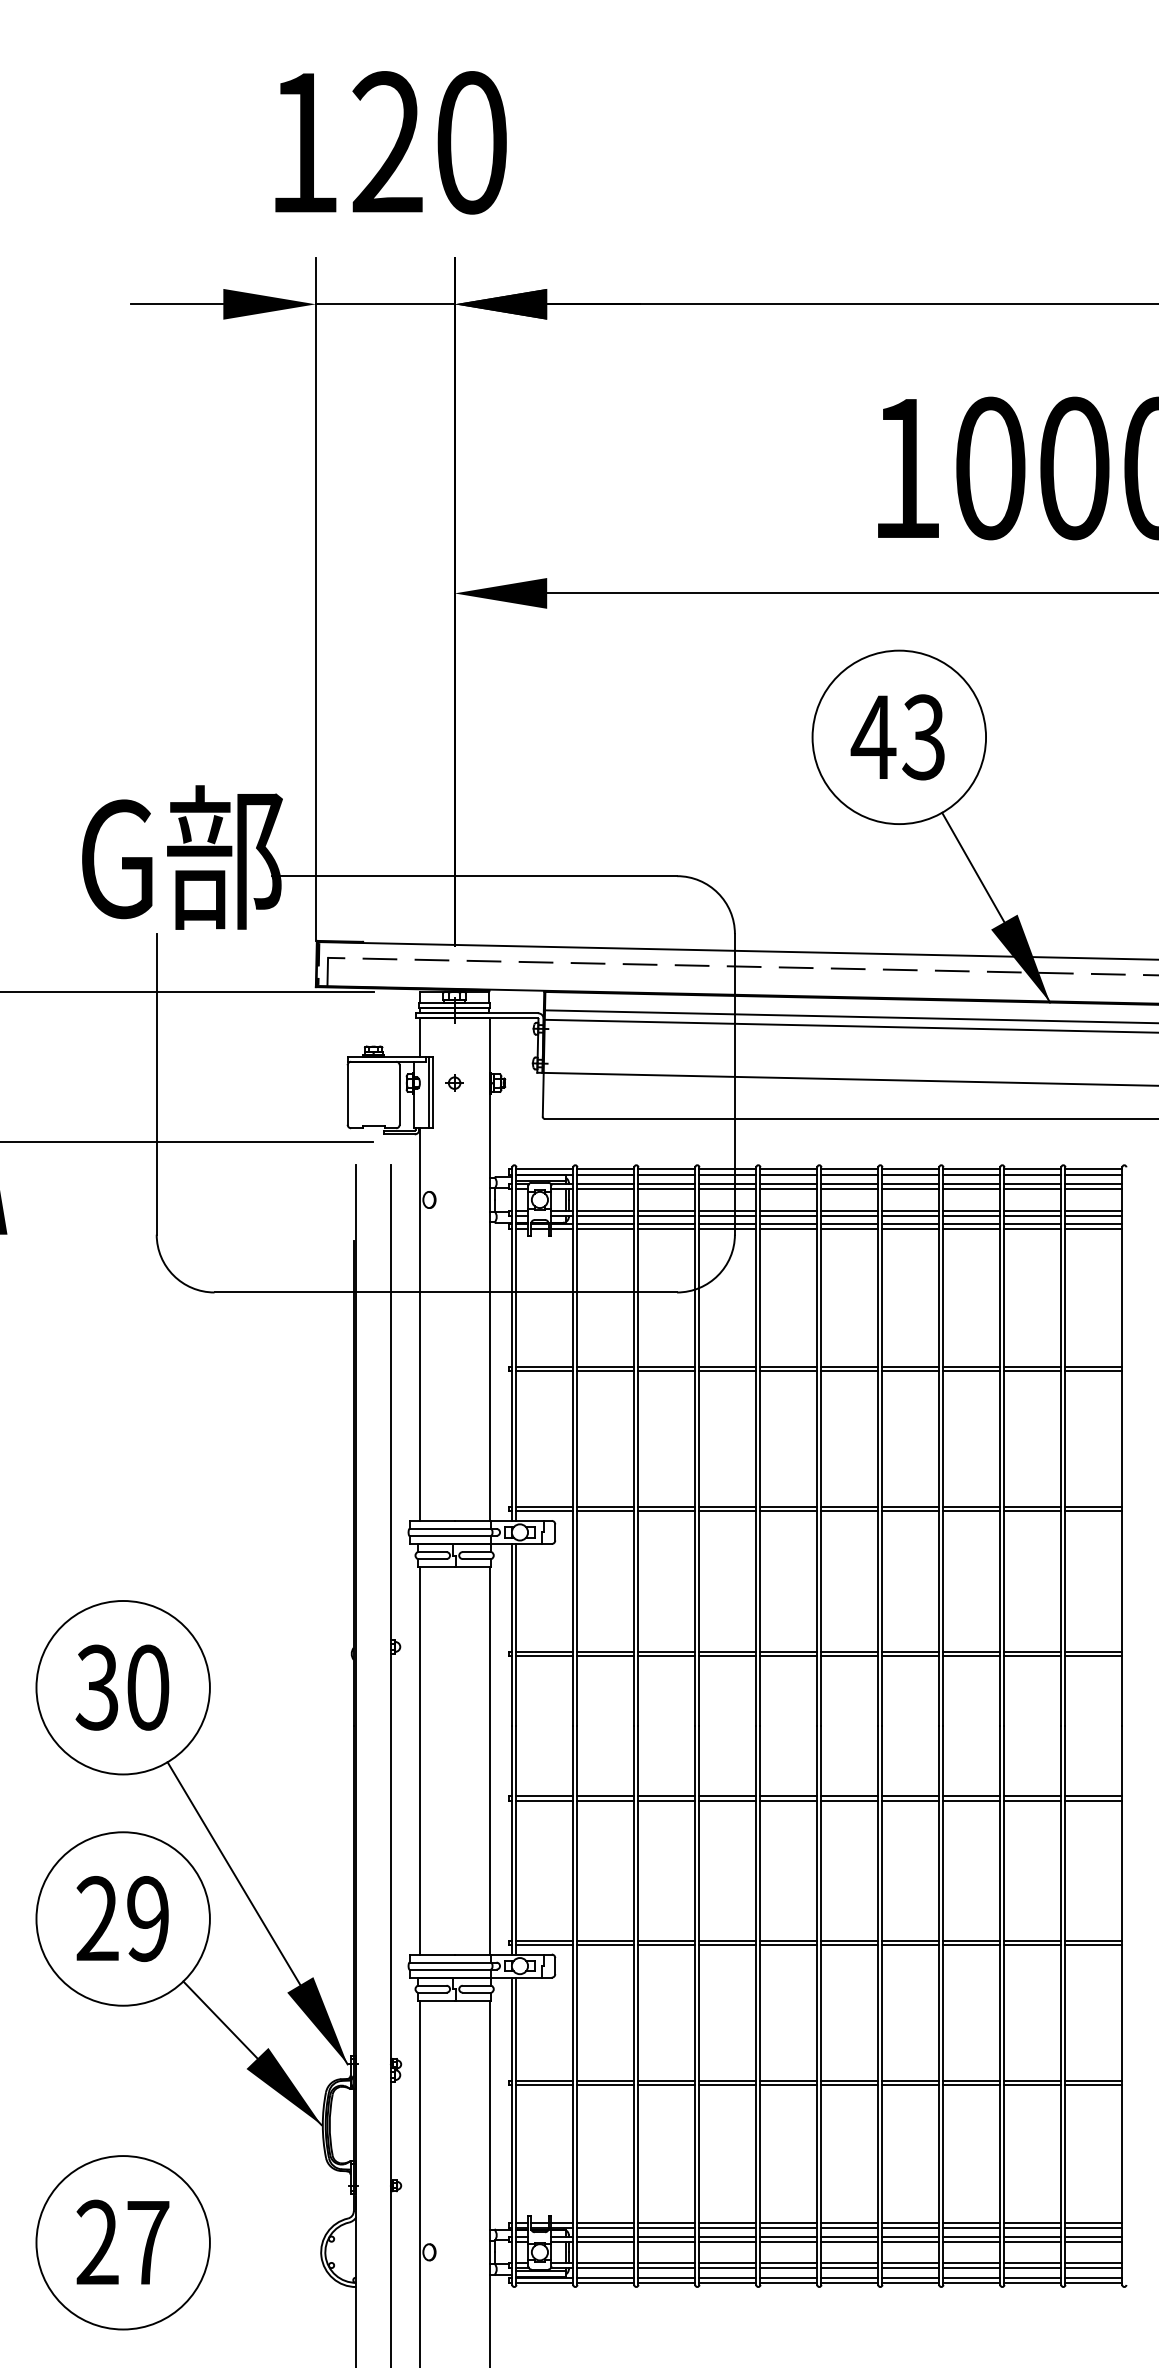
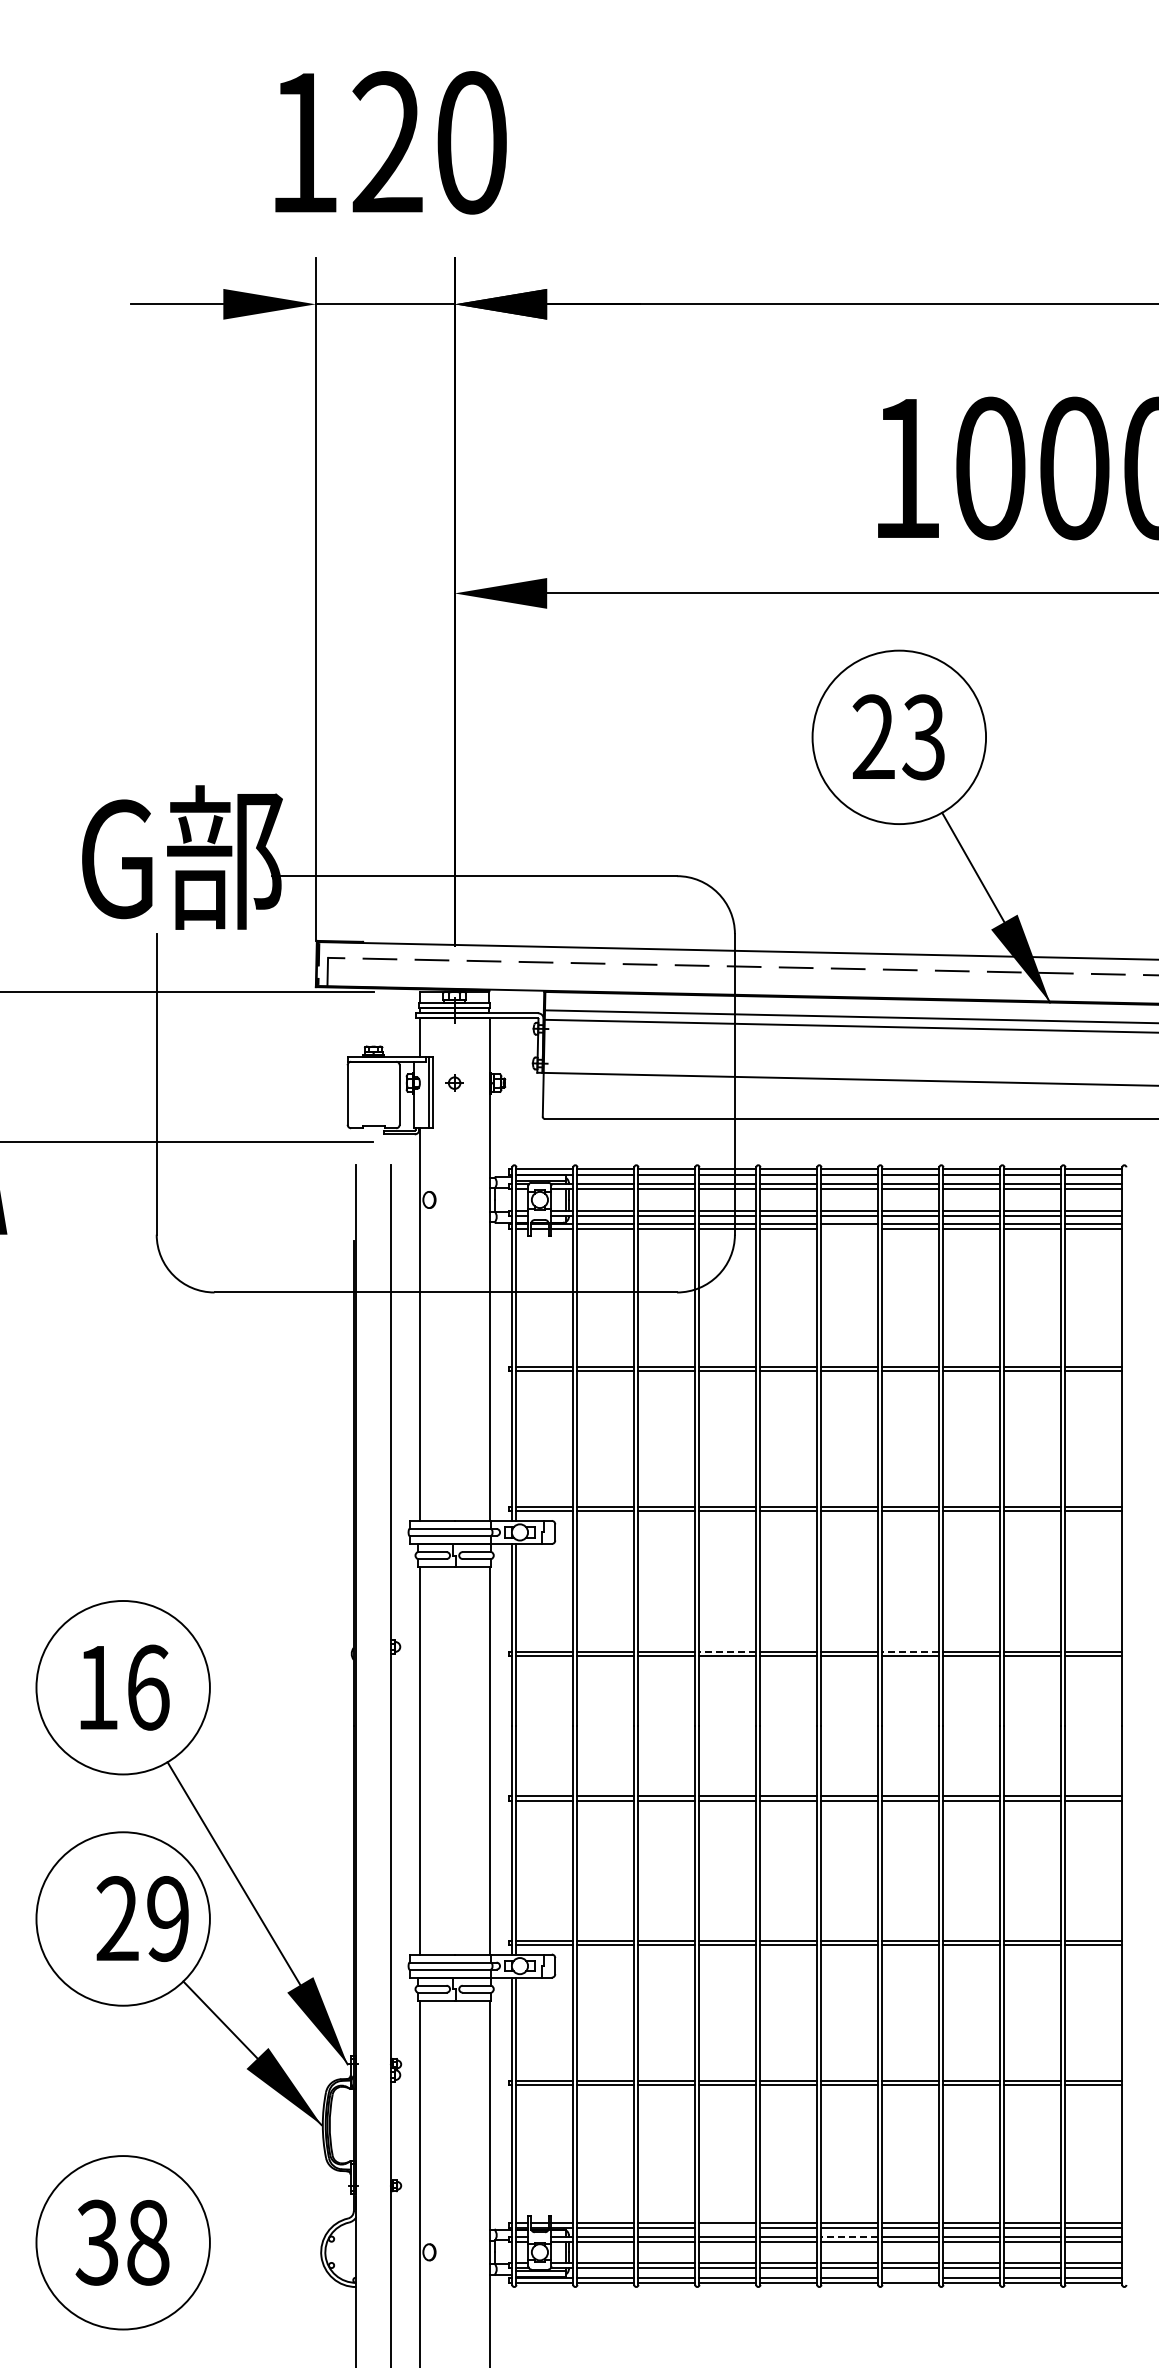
text at (873, 736): 43 -> 23
line at (849, 1229): present -> none
line at (727, 1651): solid -> dashed
line at (910, 1651): solid -> dashed
text at (122, 1687): 30 -> 16
text at (122, 1918) position: (122, 1918) -> (142, 1918)
line at (727, 2228): present -> none
line at (849, 2236): solid -> dashed
text at (122, 2242): 27 -> 38
line at (910, 2277): present -> none
